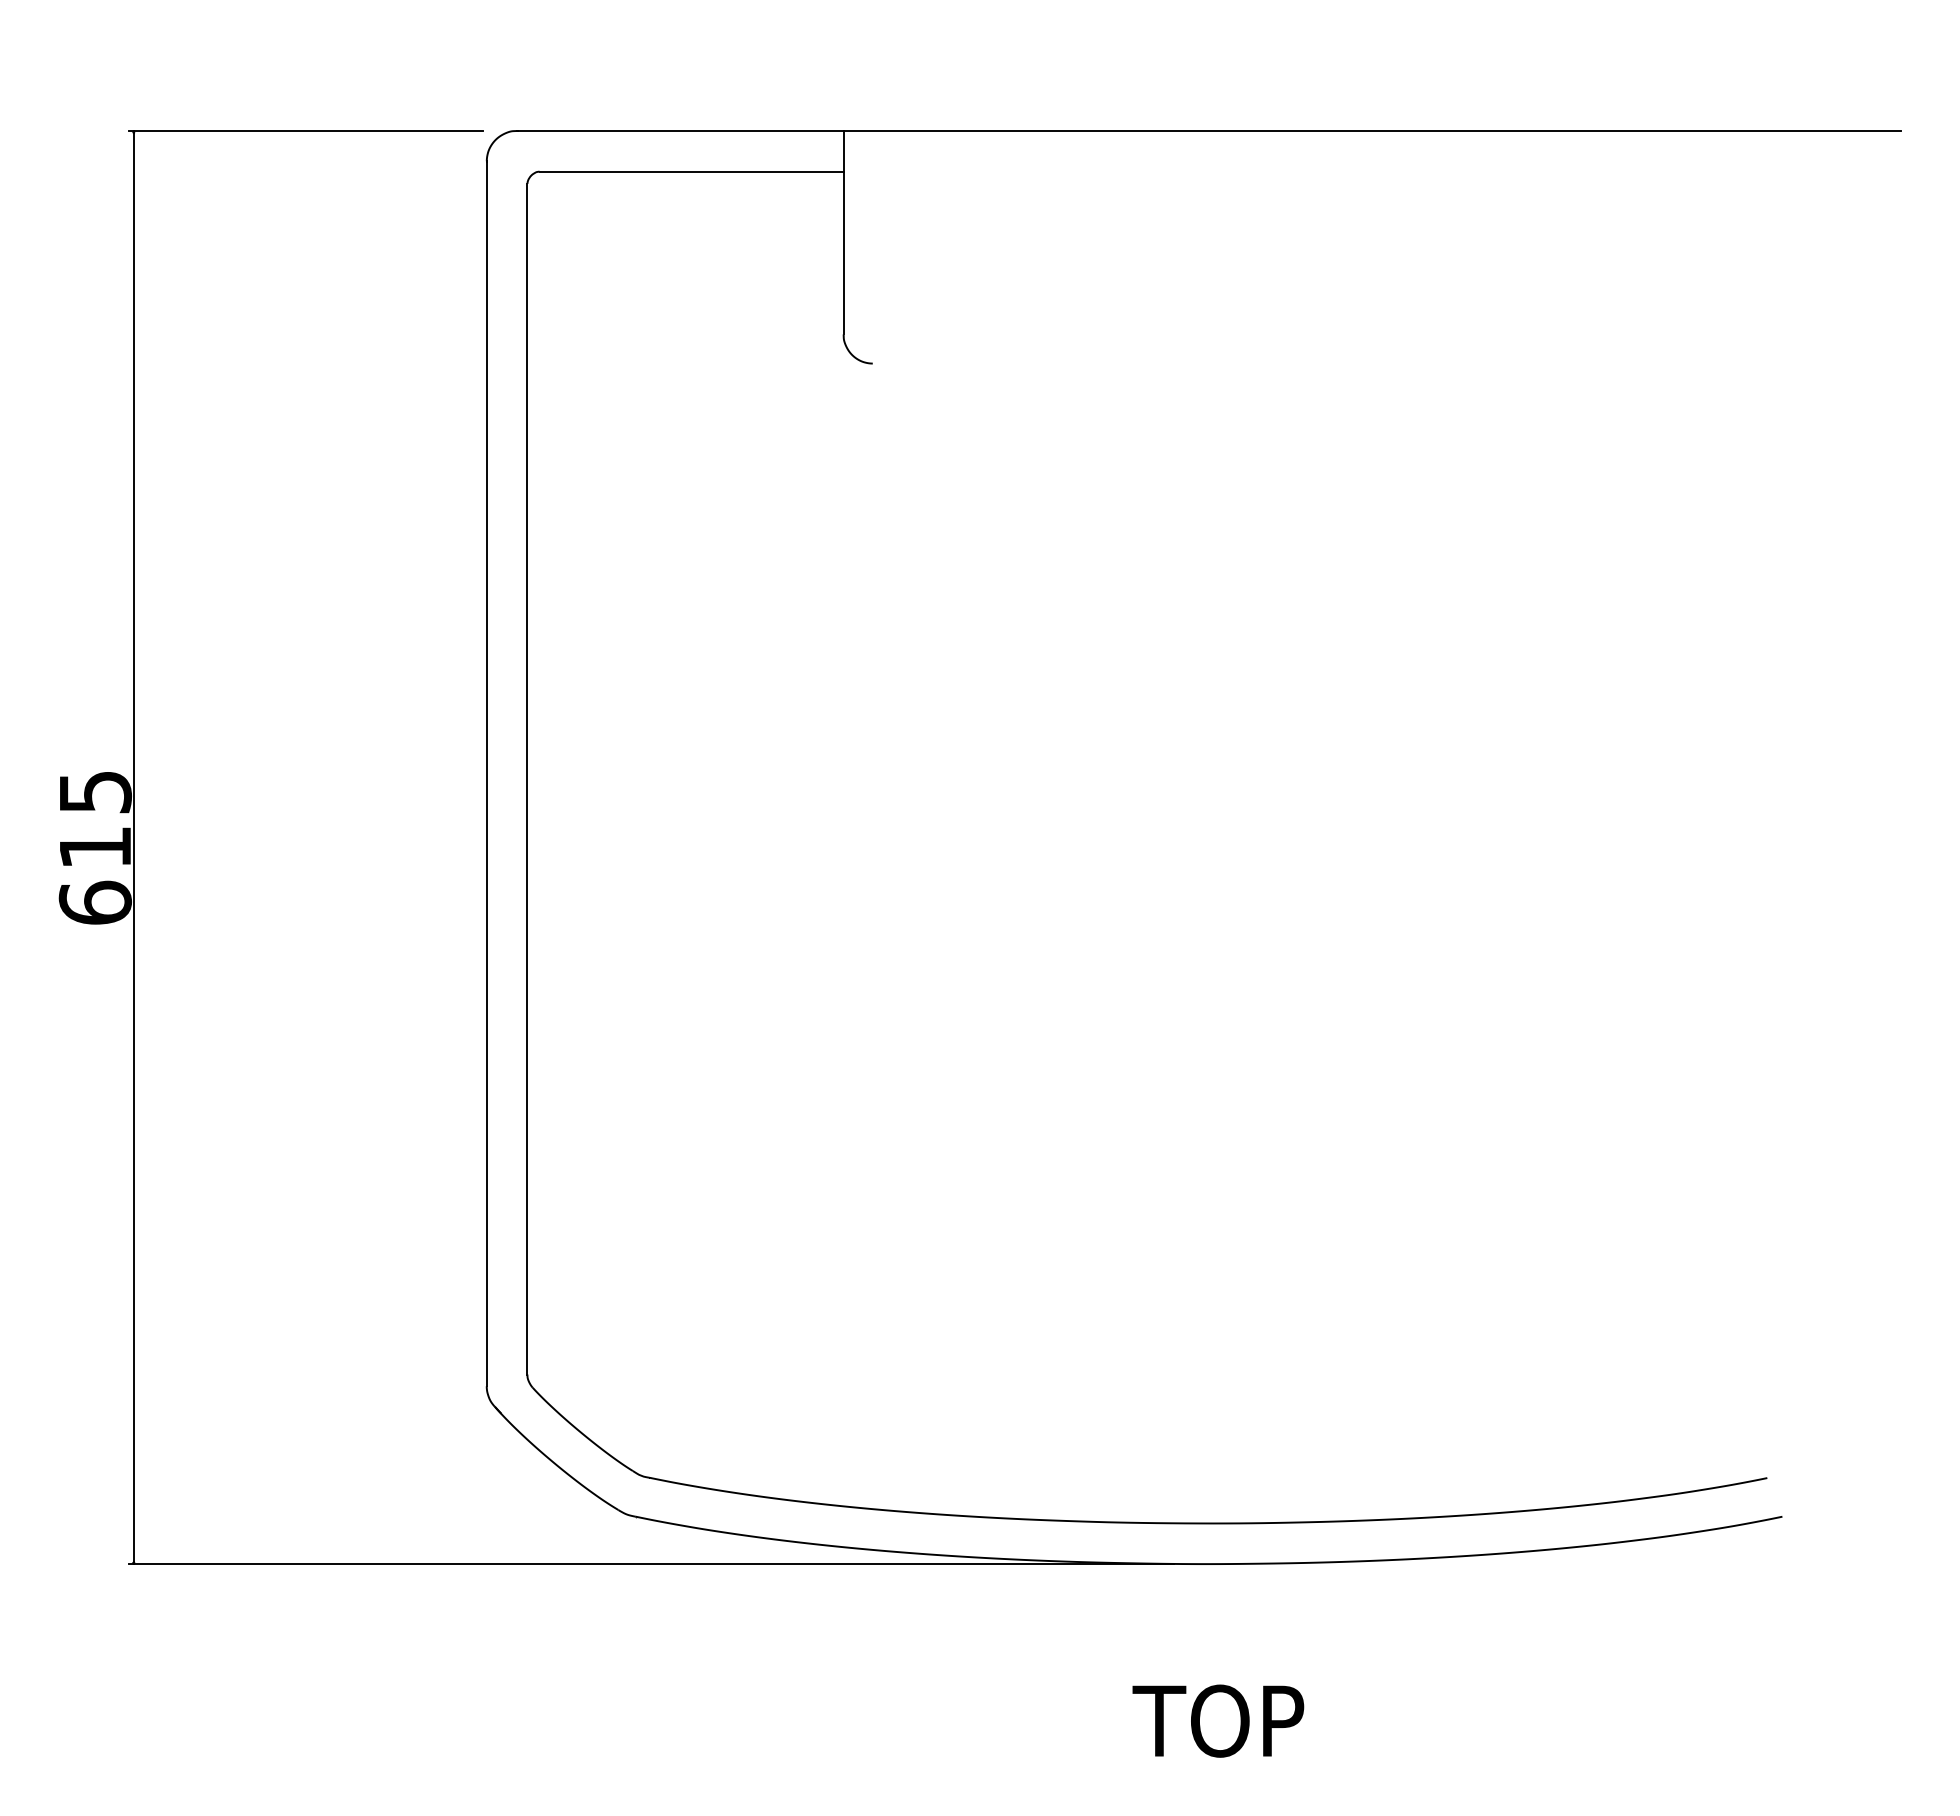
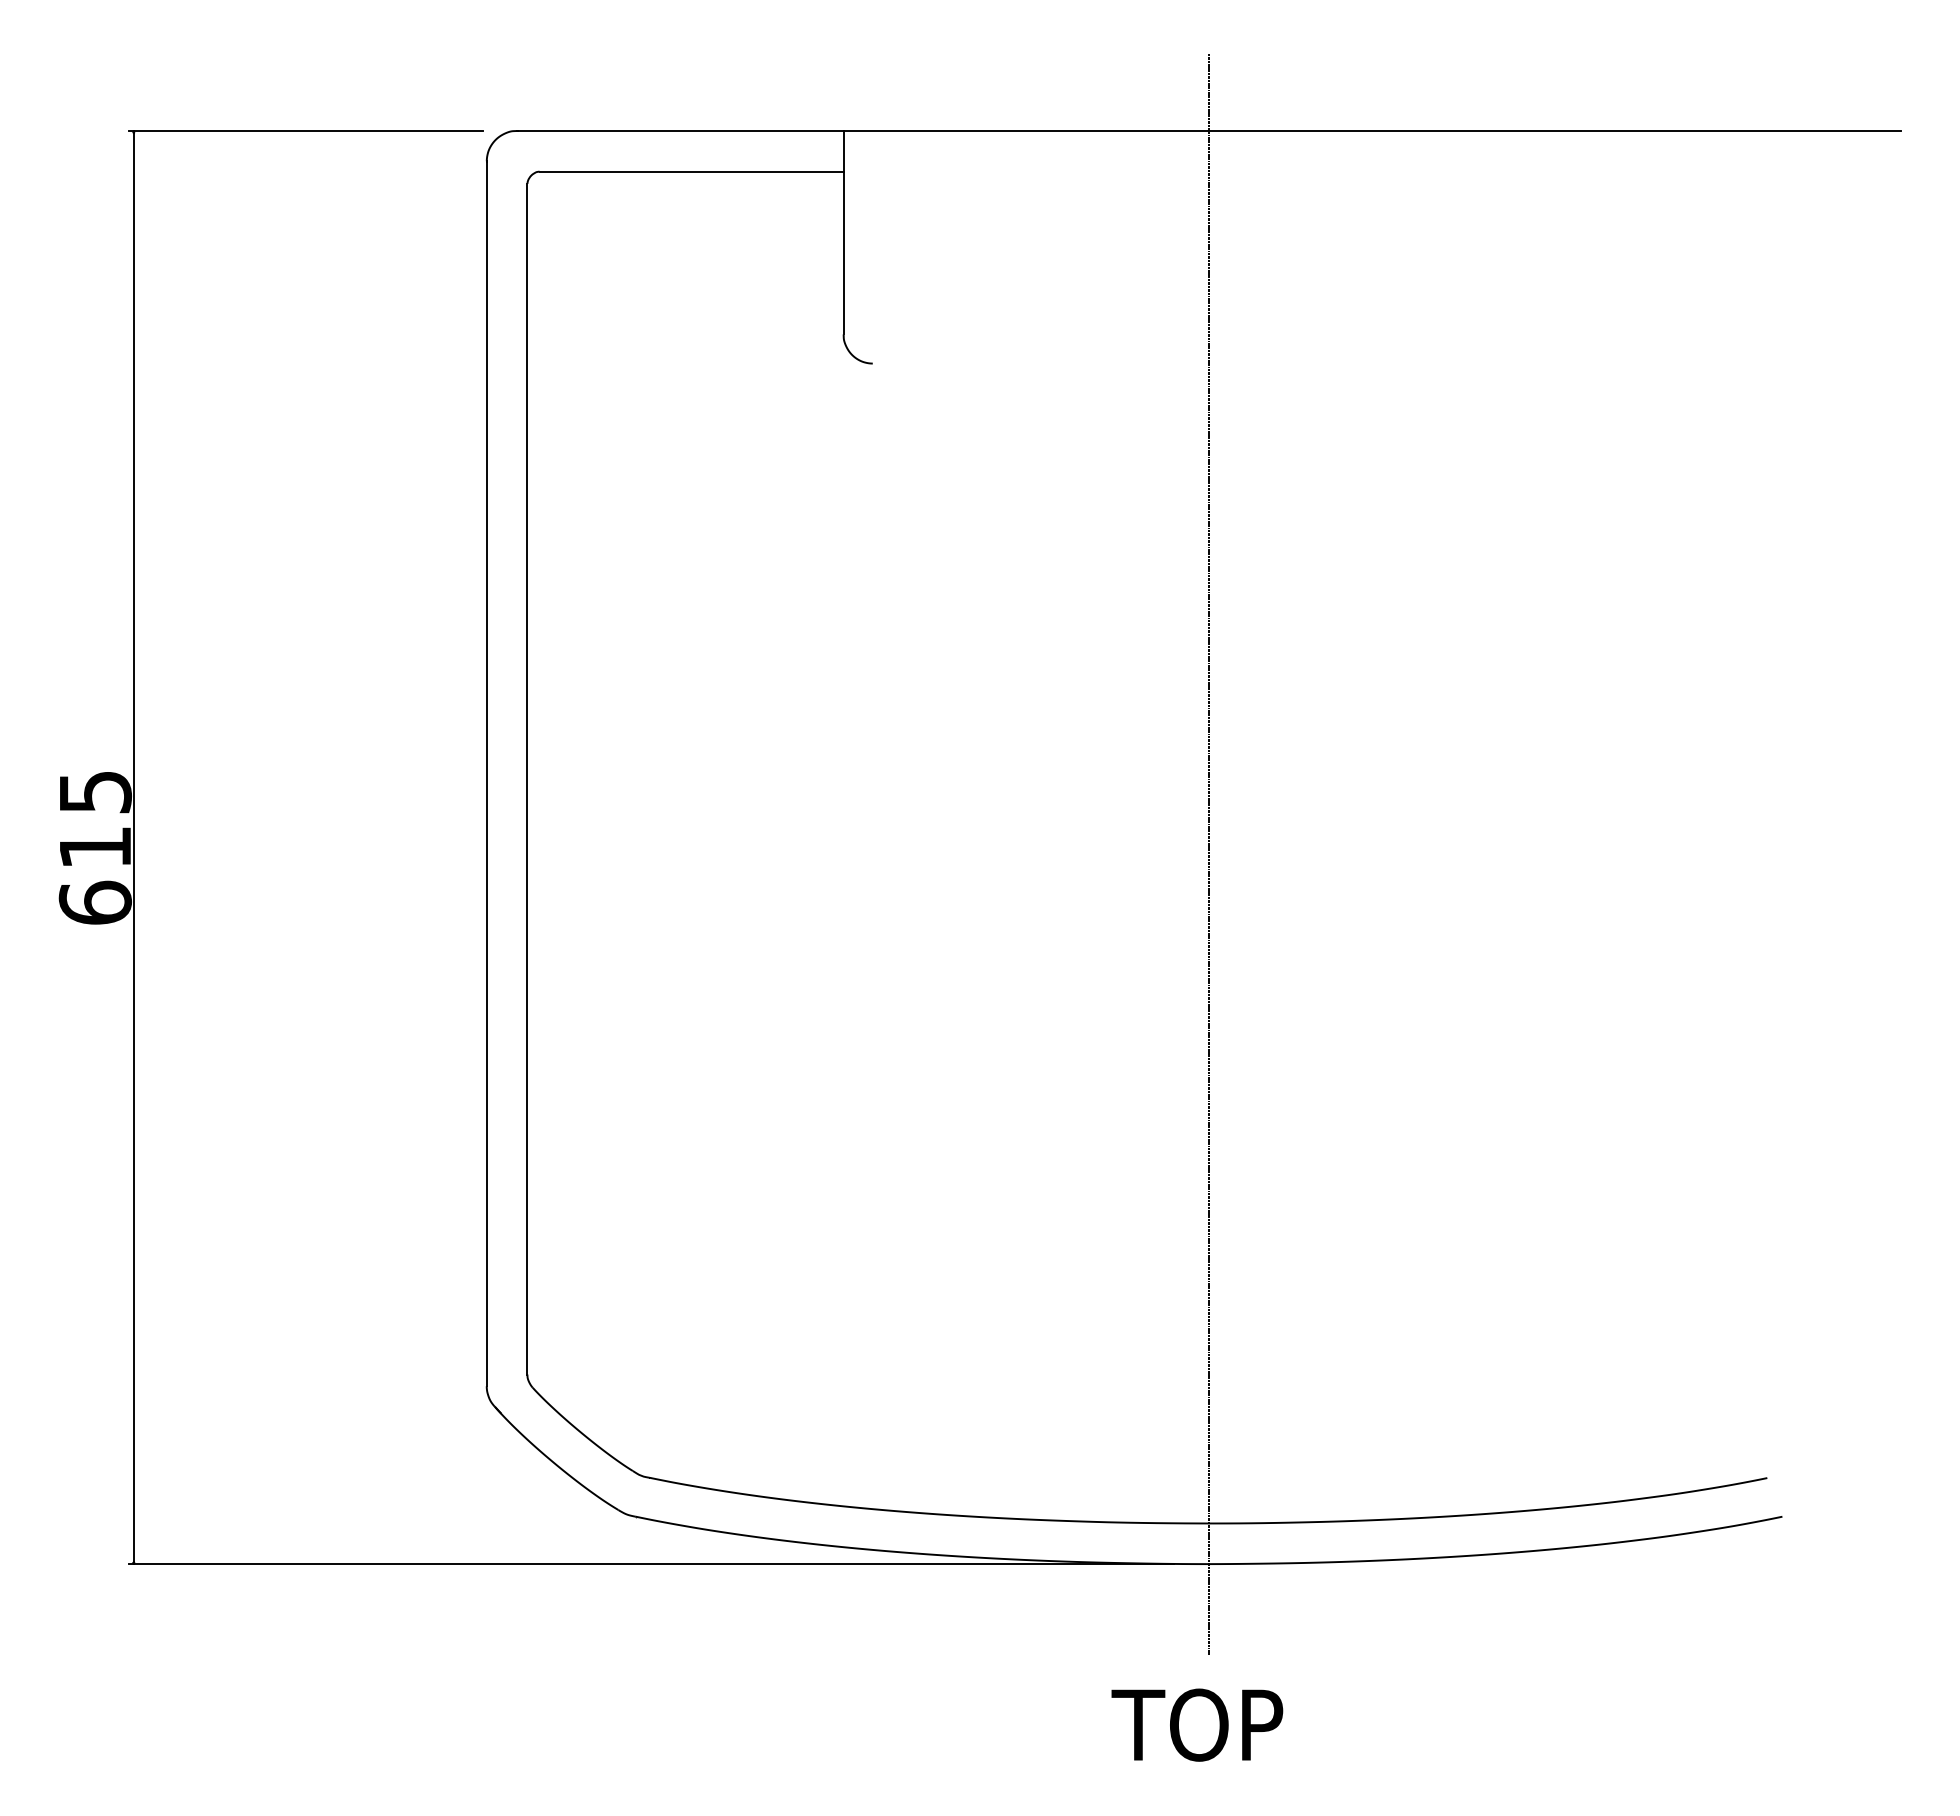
line at (1209, 854): none -> present
text at (1218, 1720) position: (1218, 1720) -> (1197, 1724)
